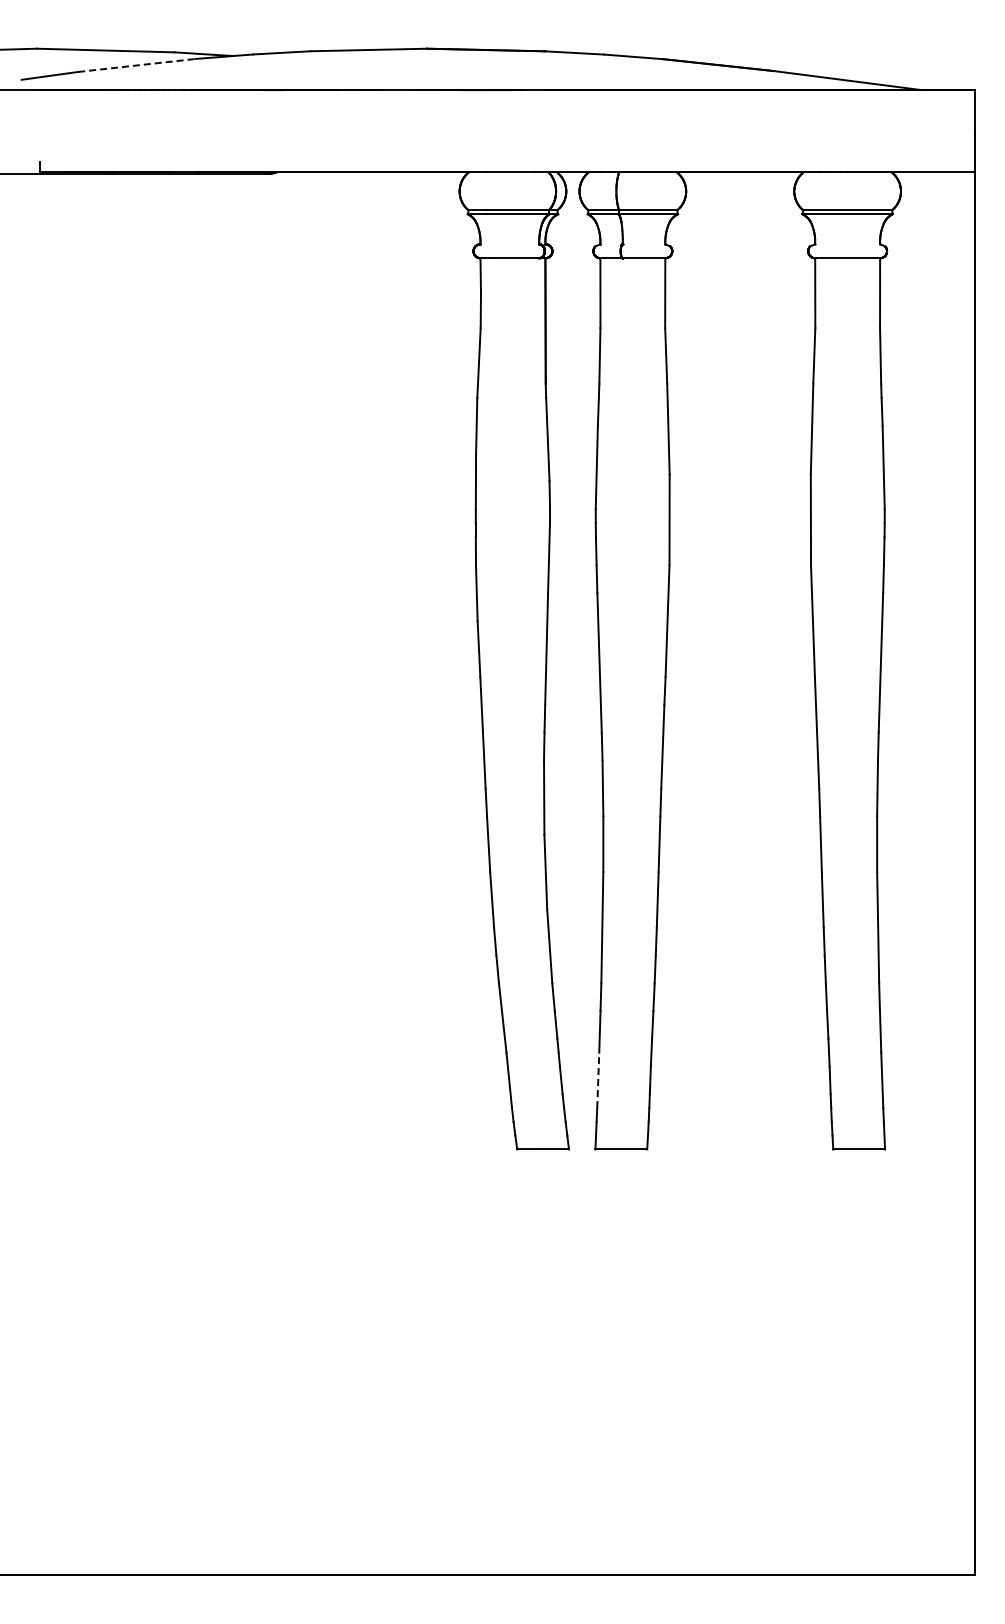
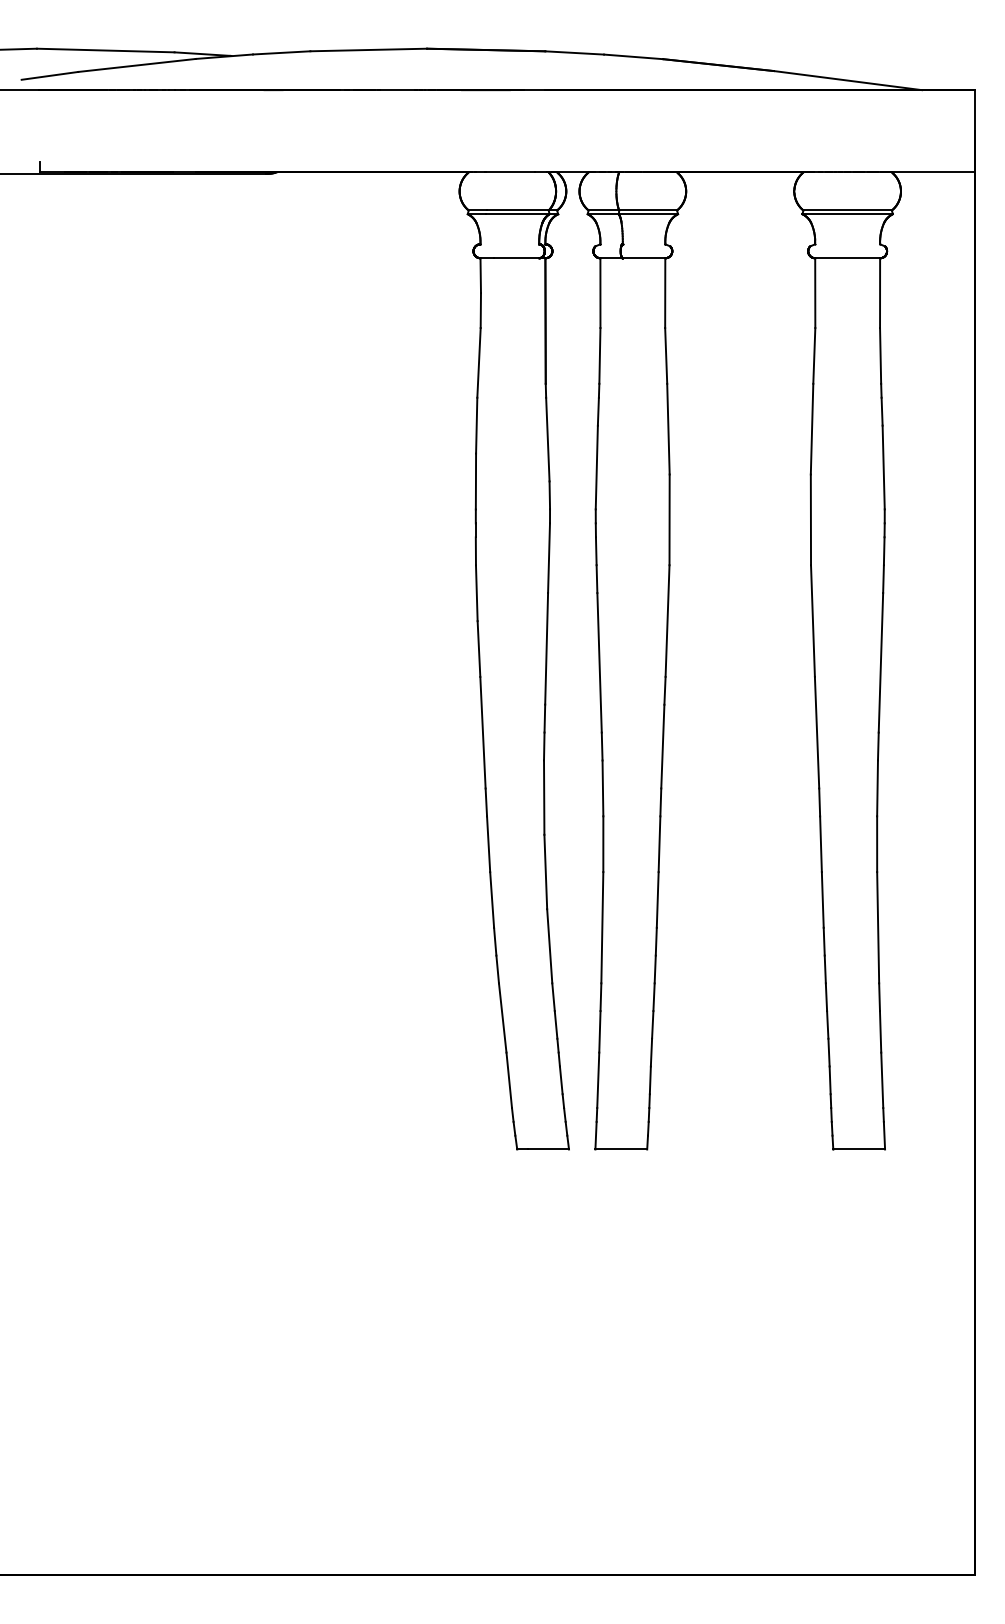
line at (137, 65): dashed -> solid
line at (598, 1080): dashed -> solid
